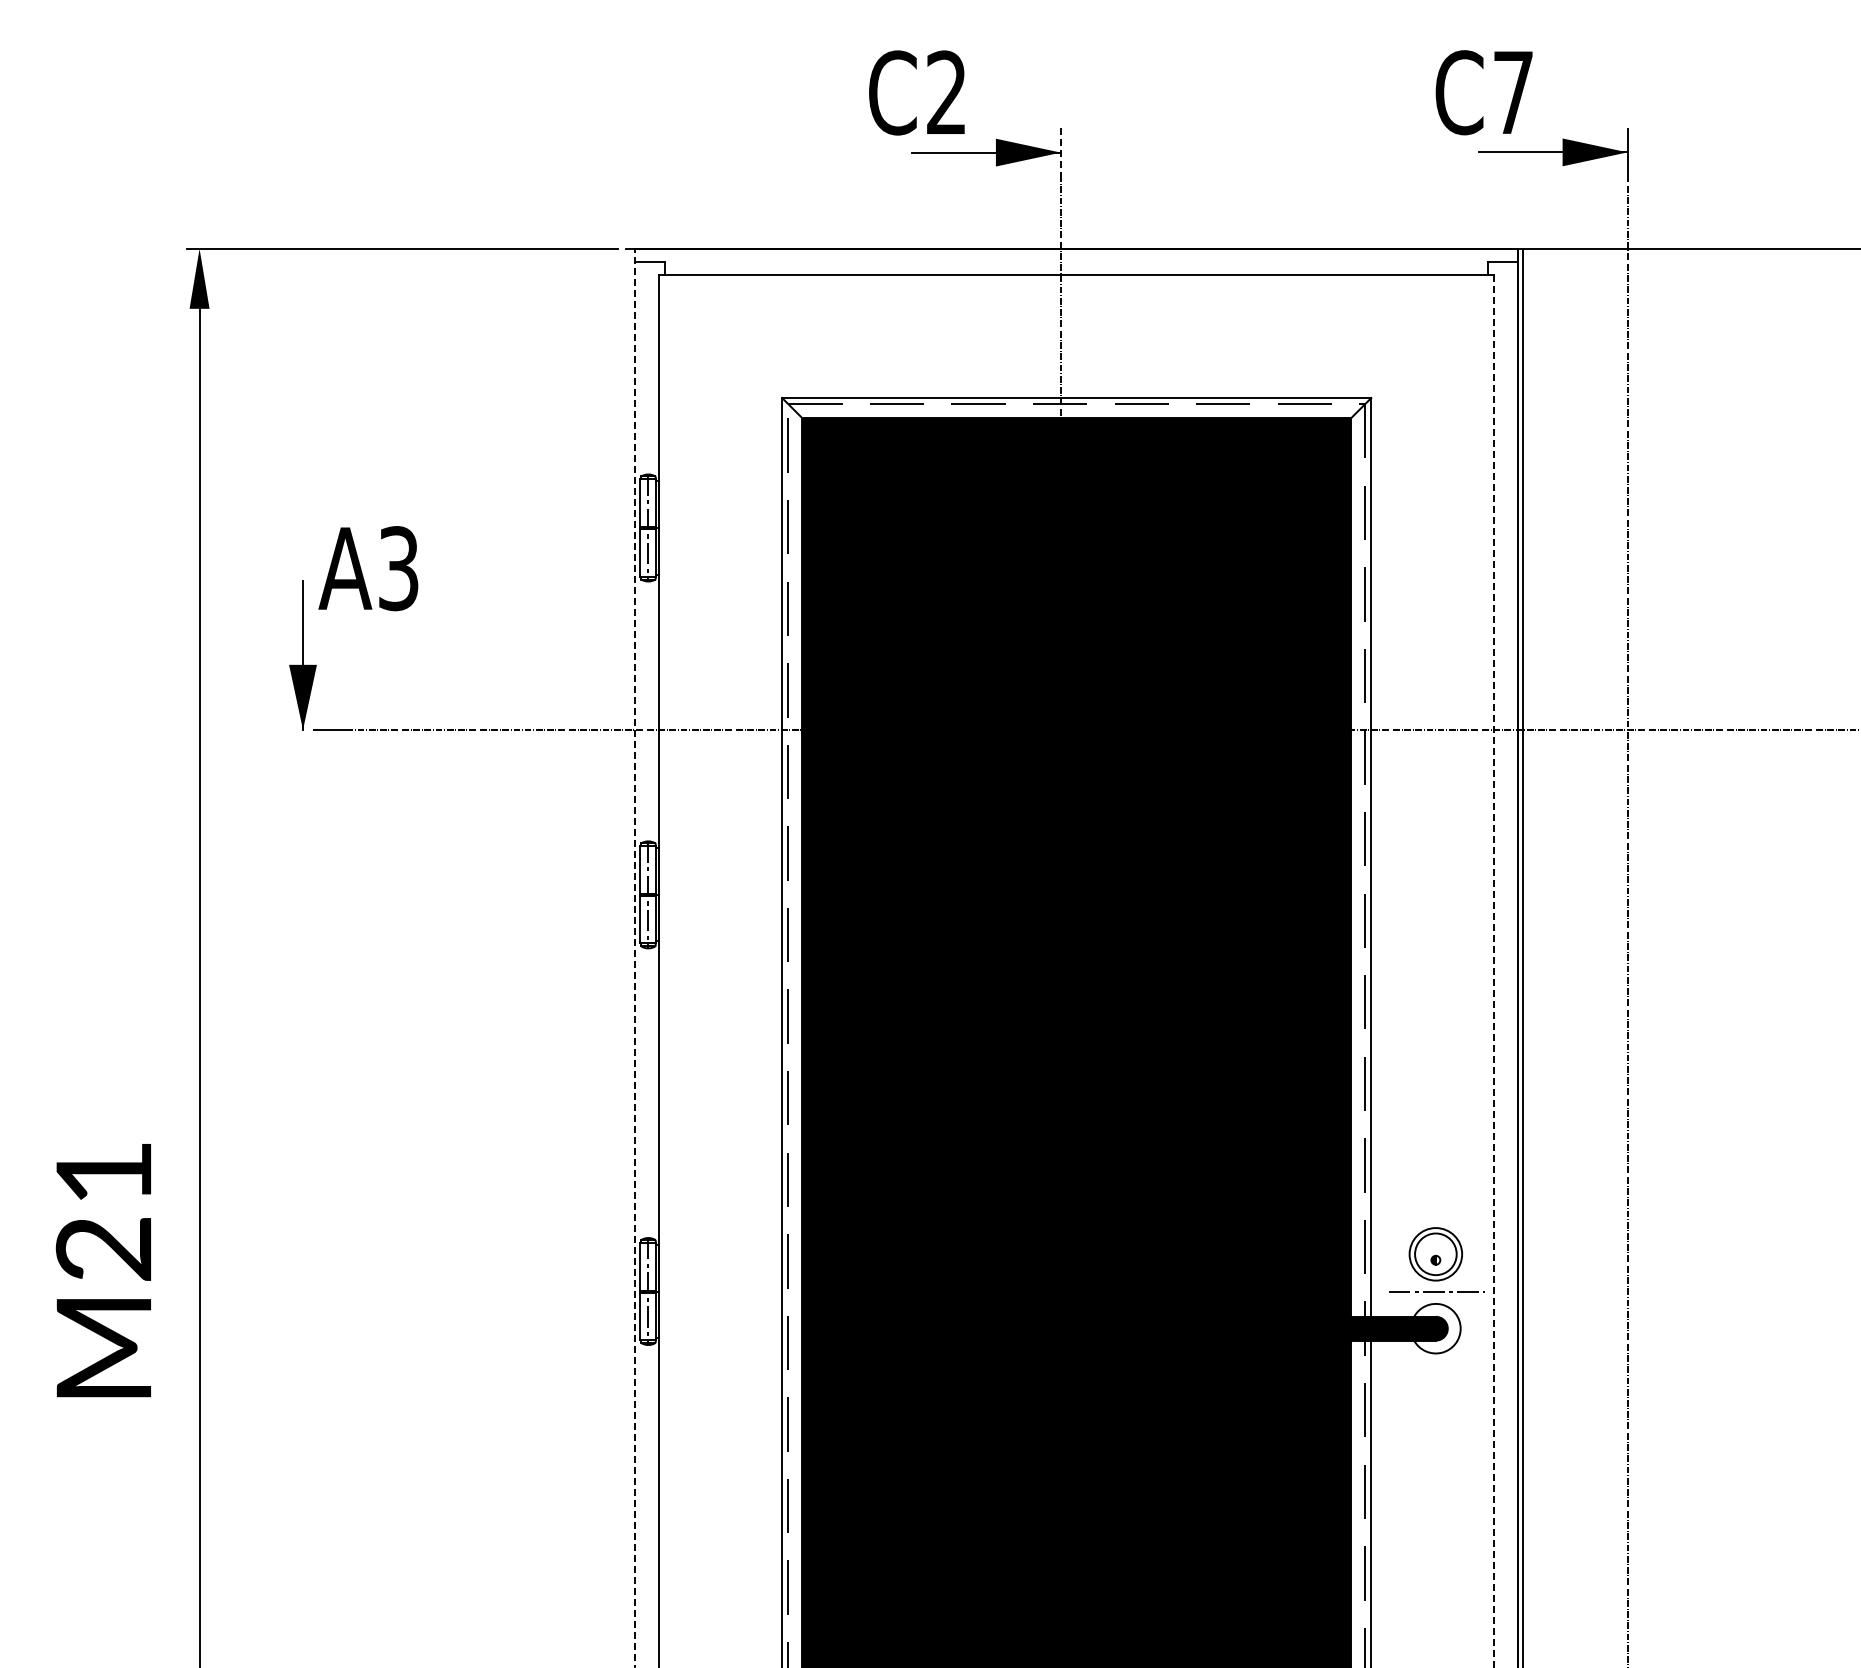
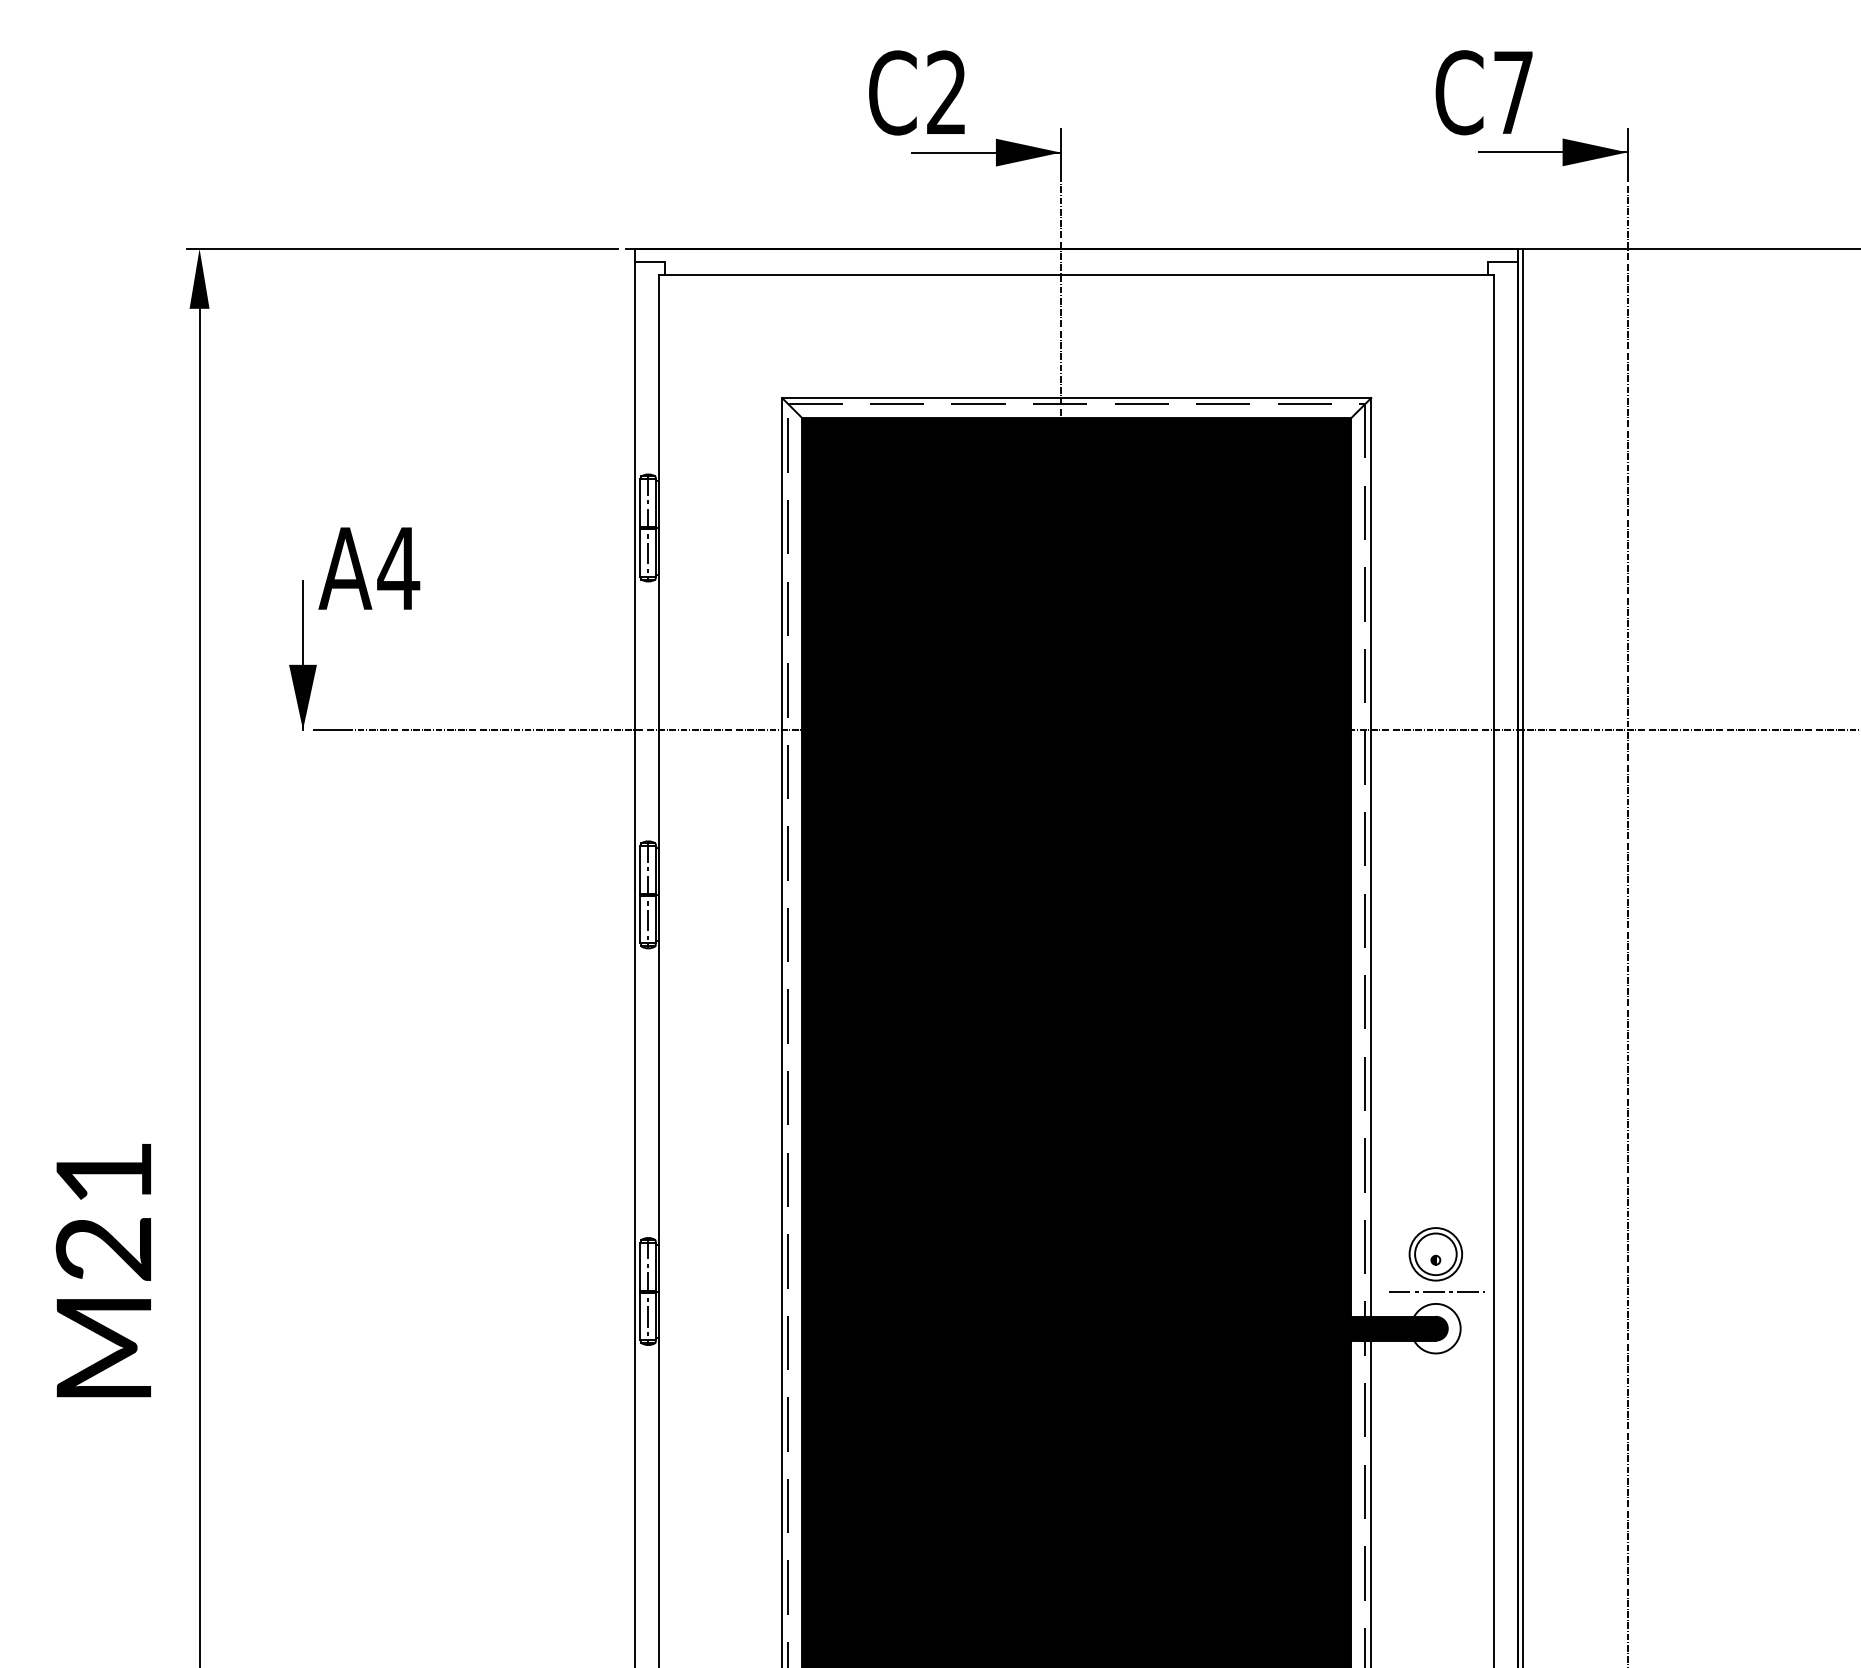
line at (1060, 152): dashed -> solid
text at (398, 568): A3 -> A4
line at (635, 957): dashed -> solid
line at (1494, 972): dashed -> solid
